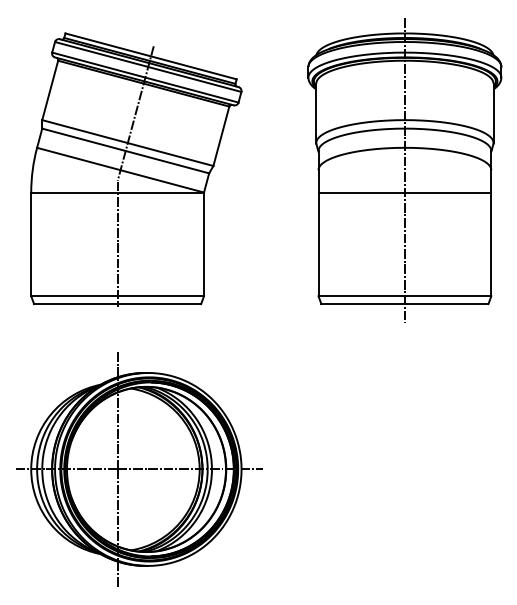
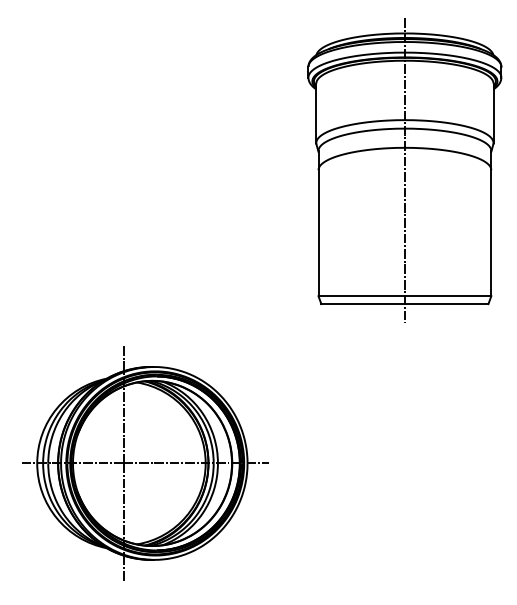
part at (136, 169): present -> none
line at (404, 192): present -> none
part at (139, 469) position: (139, 469) -> (145, 463)
